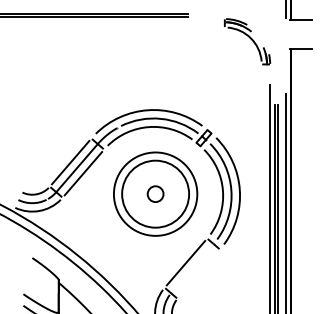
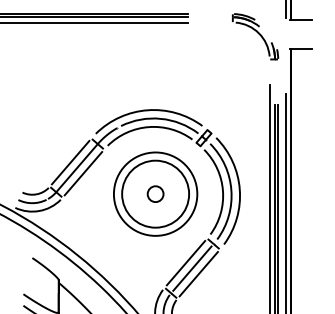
line at (95, 22): none -> present
part at (247, 41) position: (247, 41) -> (255, 36)
line at (192, 268): none -> present
line at (198, 274): none -> present
